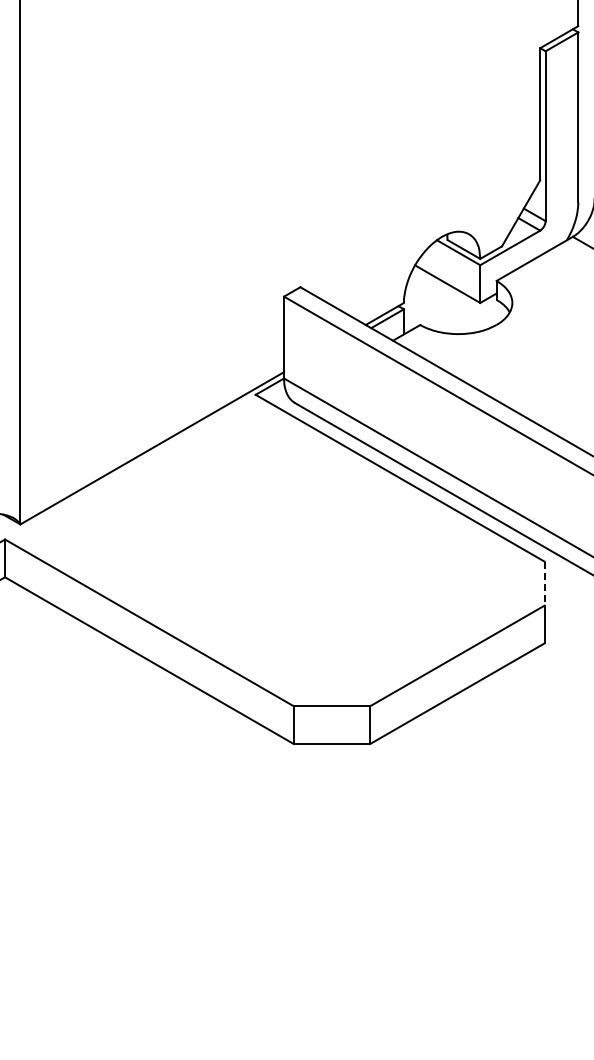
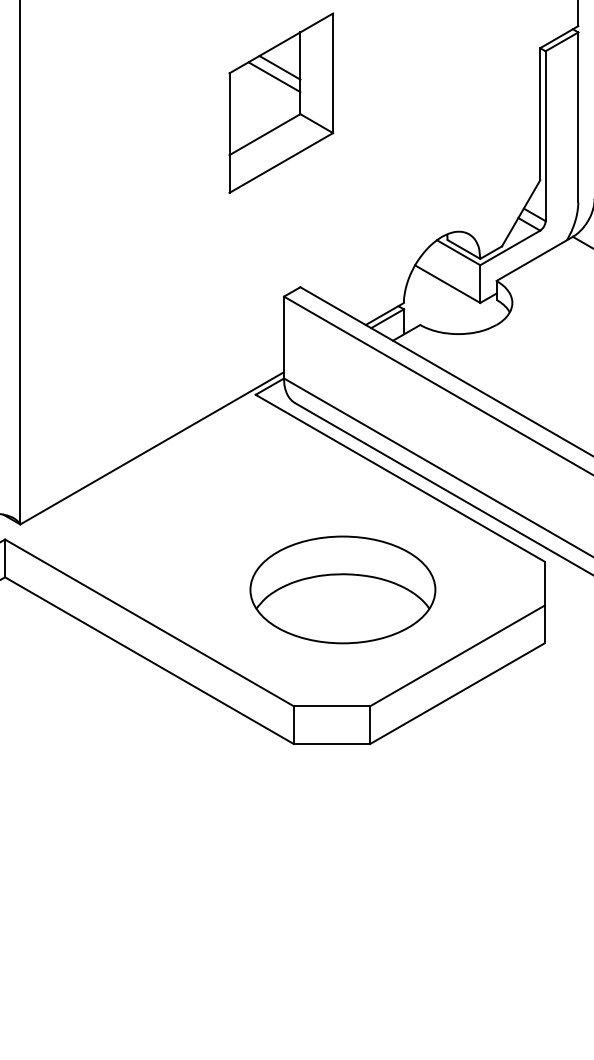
part at (281, 102): none -> present
line at (544, 584): dashed -> solid
part at (342, 589): none -> present
